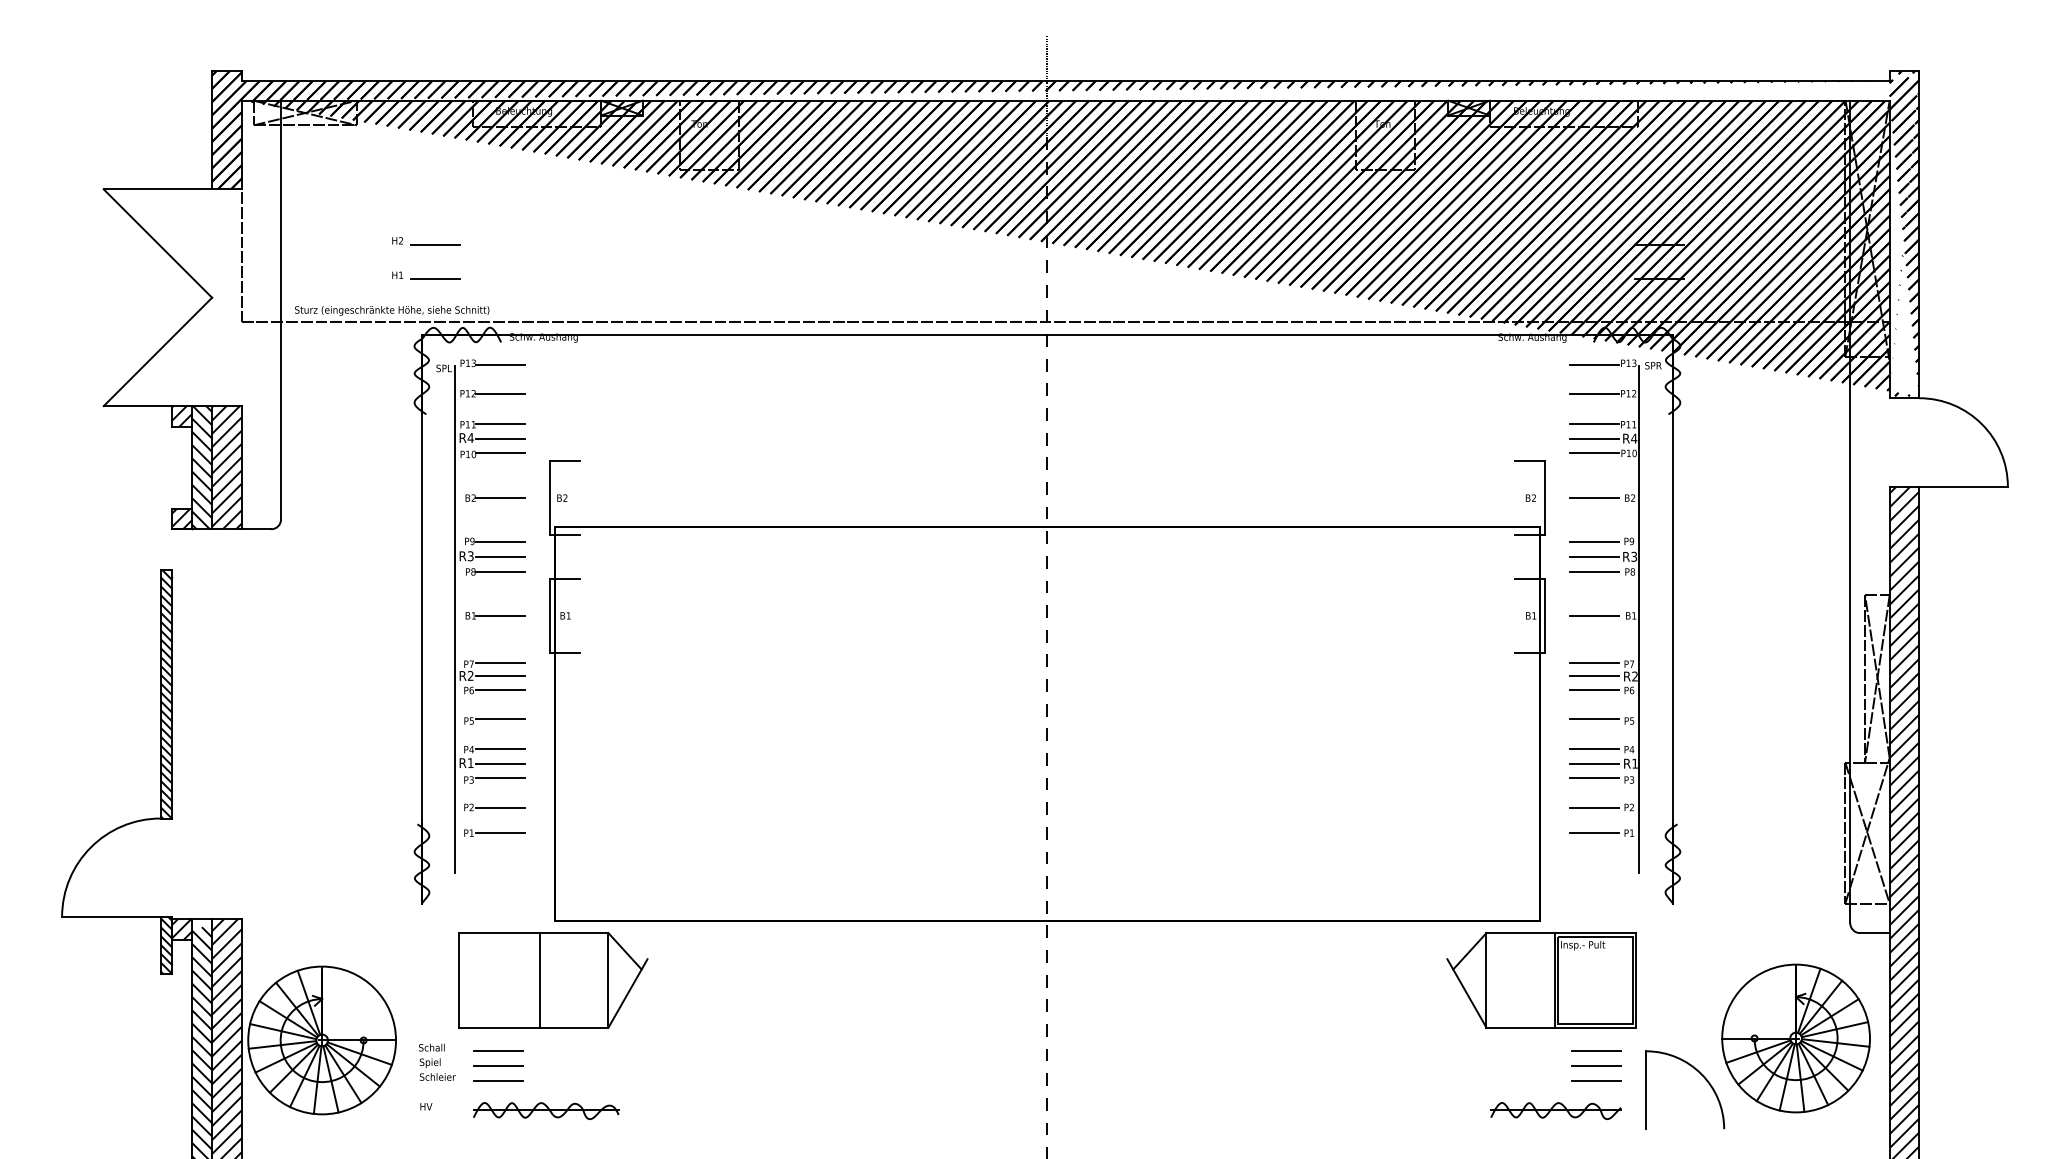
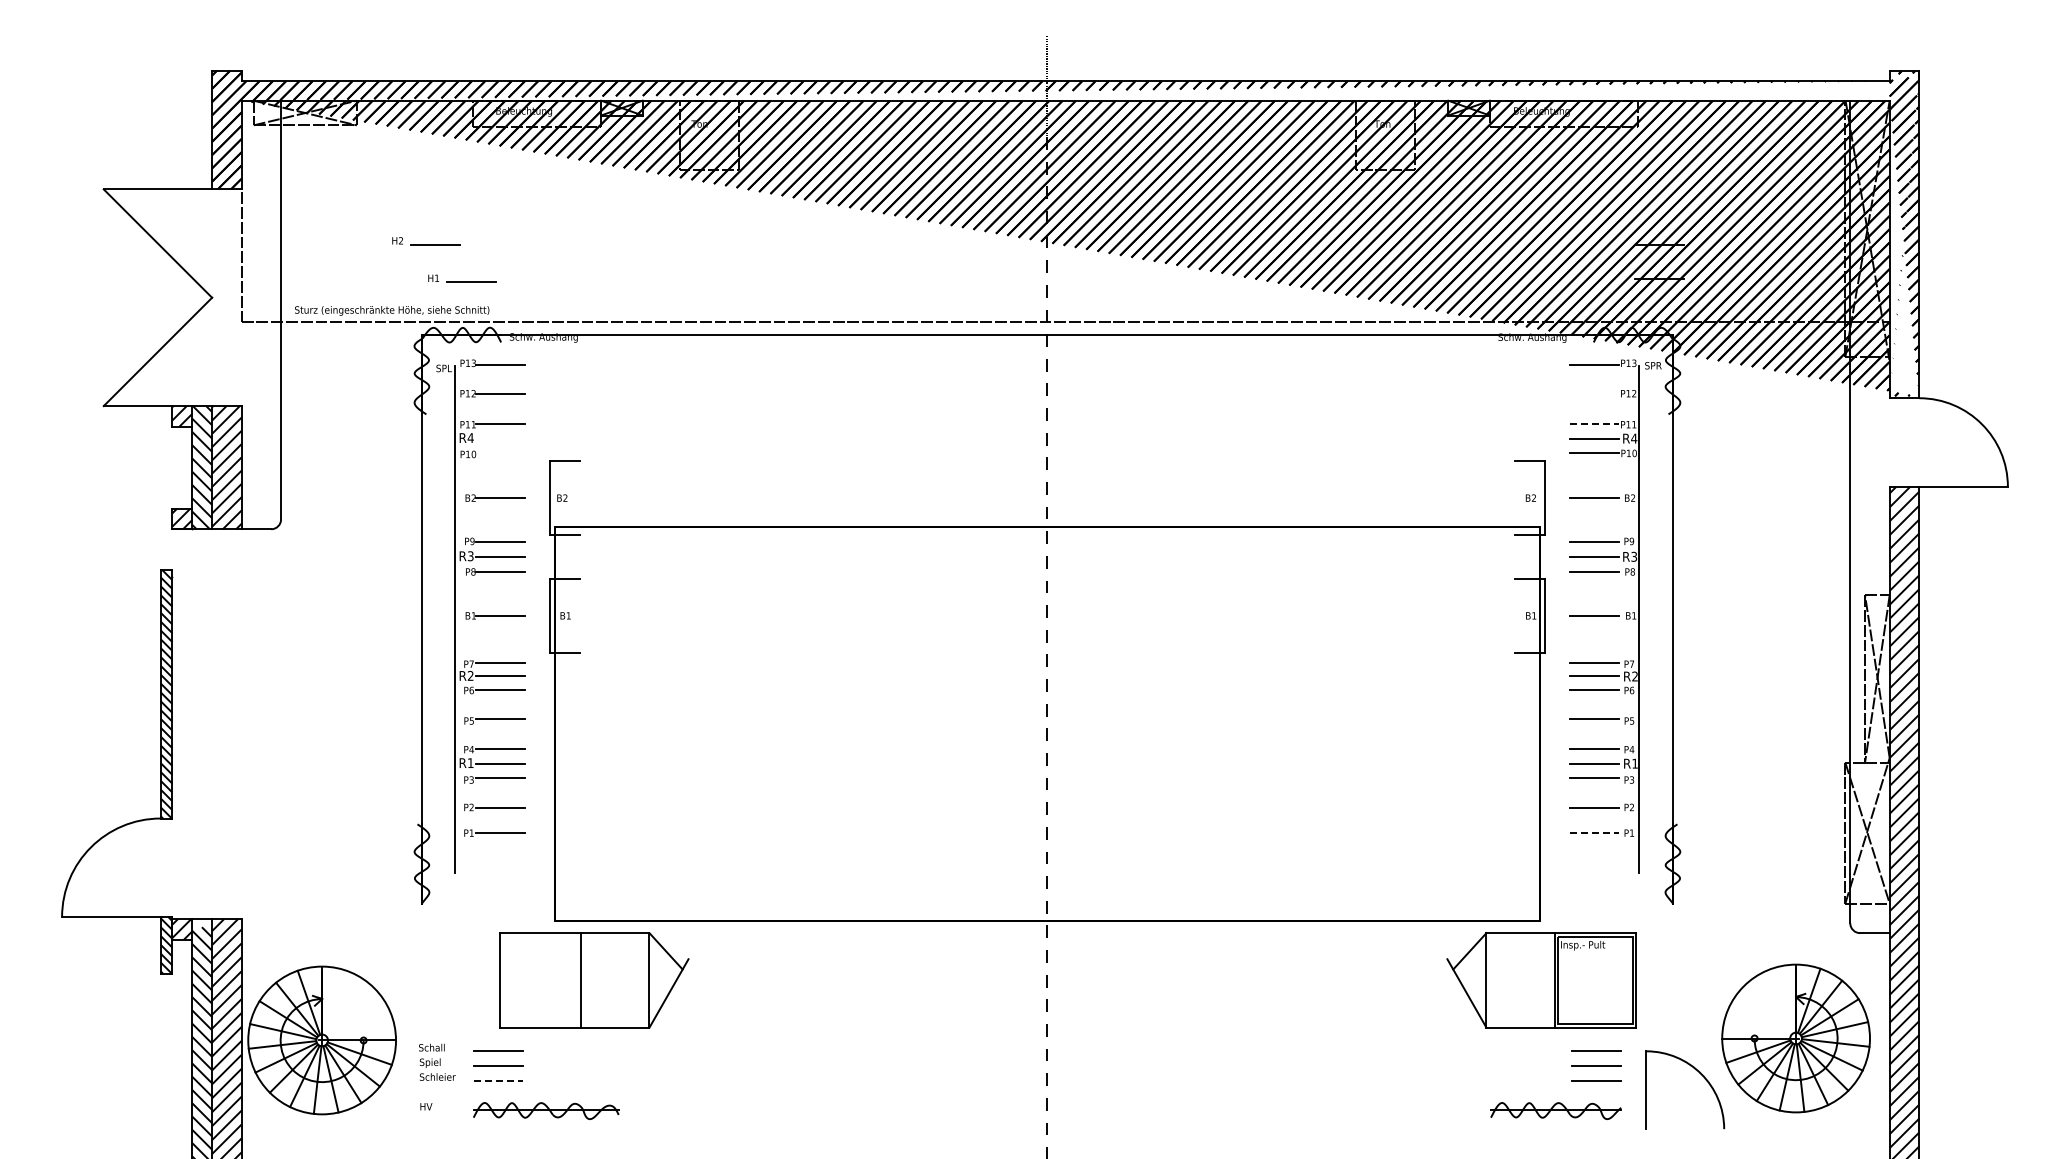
part at (426, 275) position: (426, 275) -> (462, 278)
line at (1593, 394): present -> none
line at (1594, 423): solid -> dashed
line at (500, 438): present -> none
line at (500, 453): present -> none
line at (1594, 832): solid -> dashed
part at (553, 980) position: (553, 980) -> (594, 980)
line at (498, 1080): solid -> dashed
